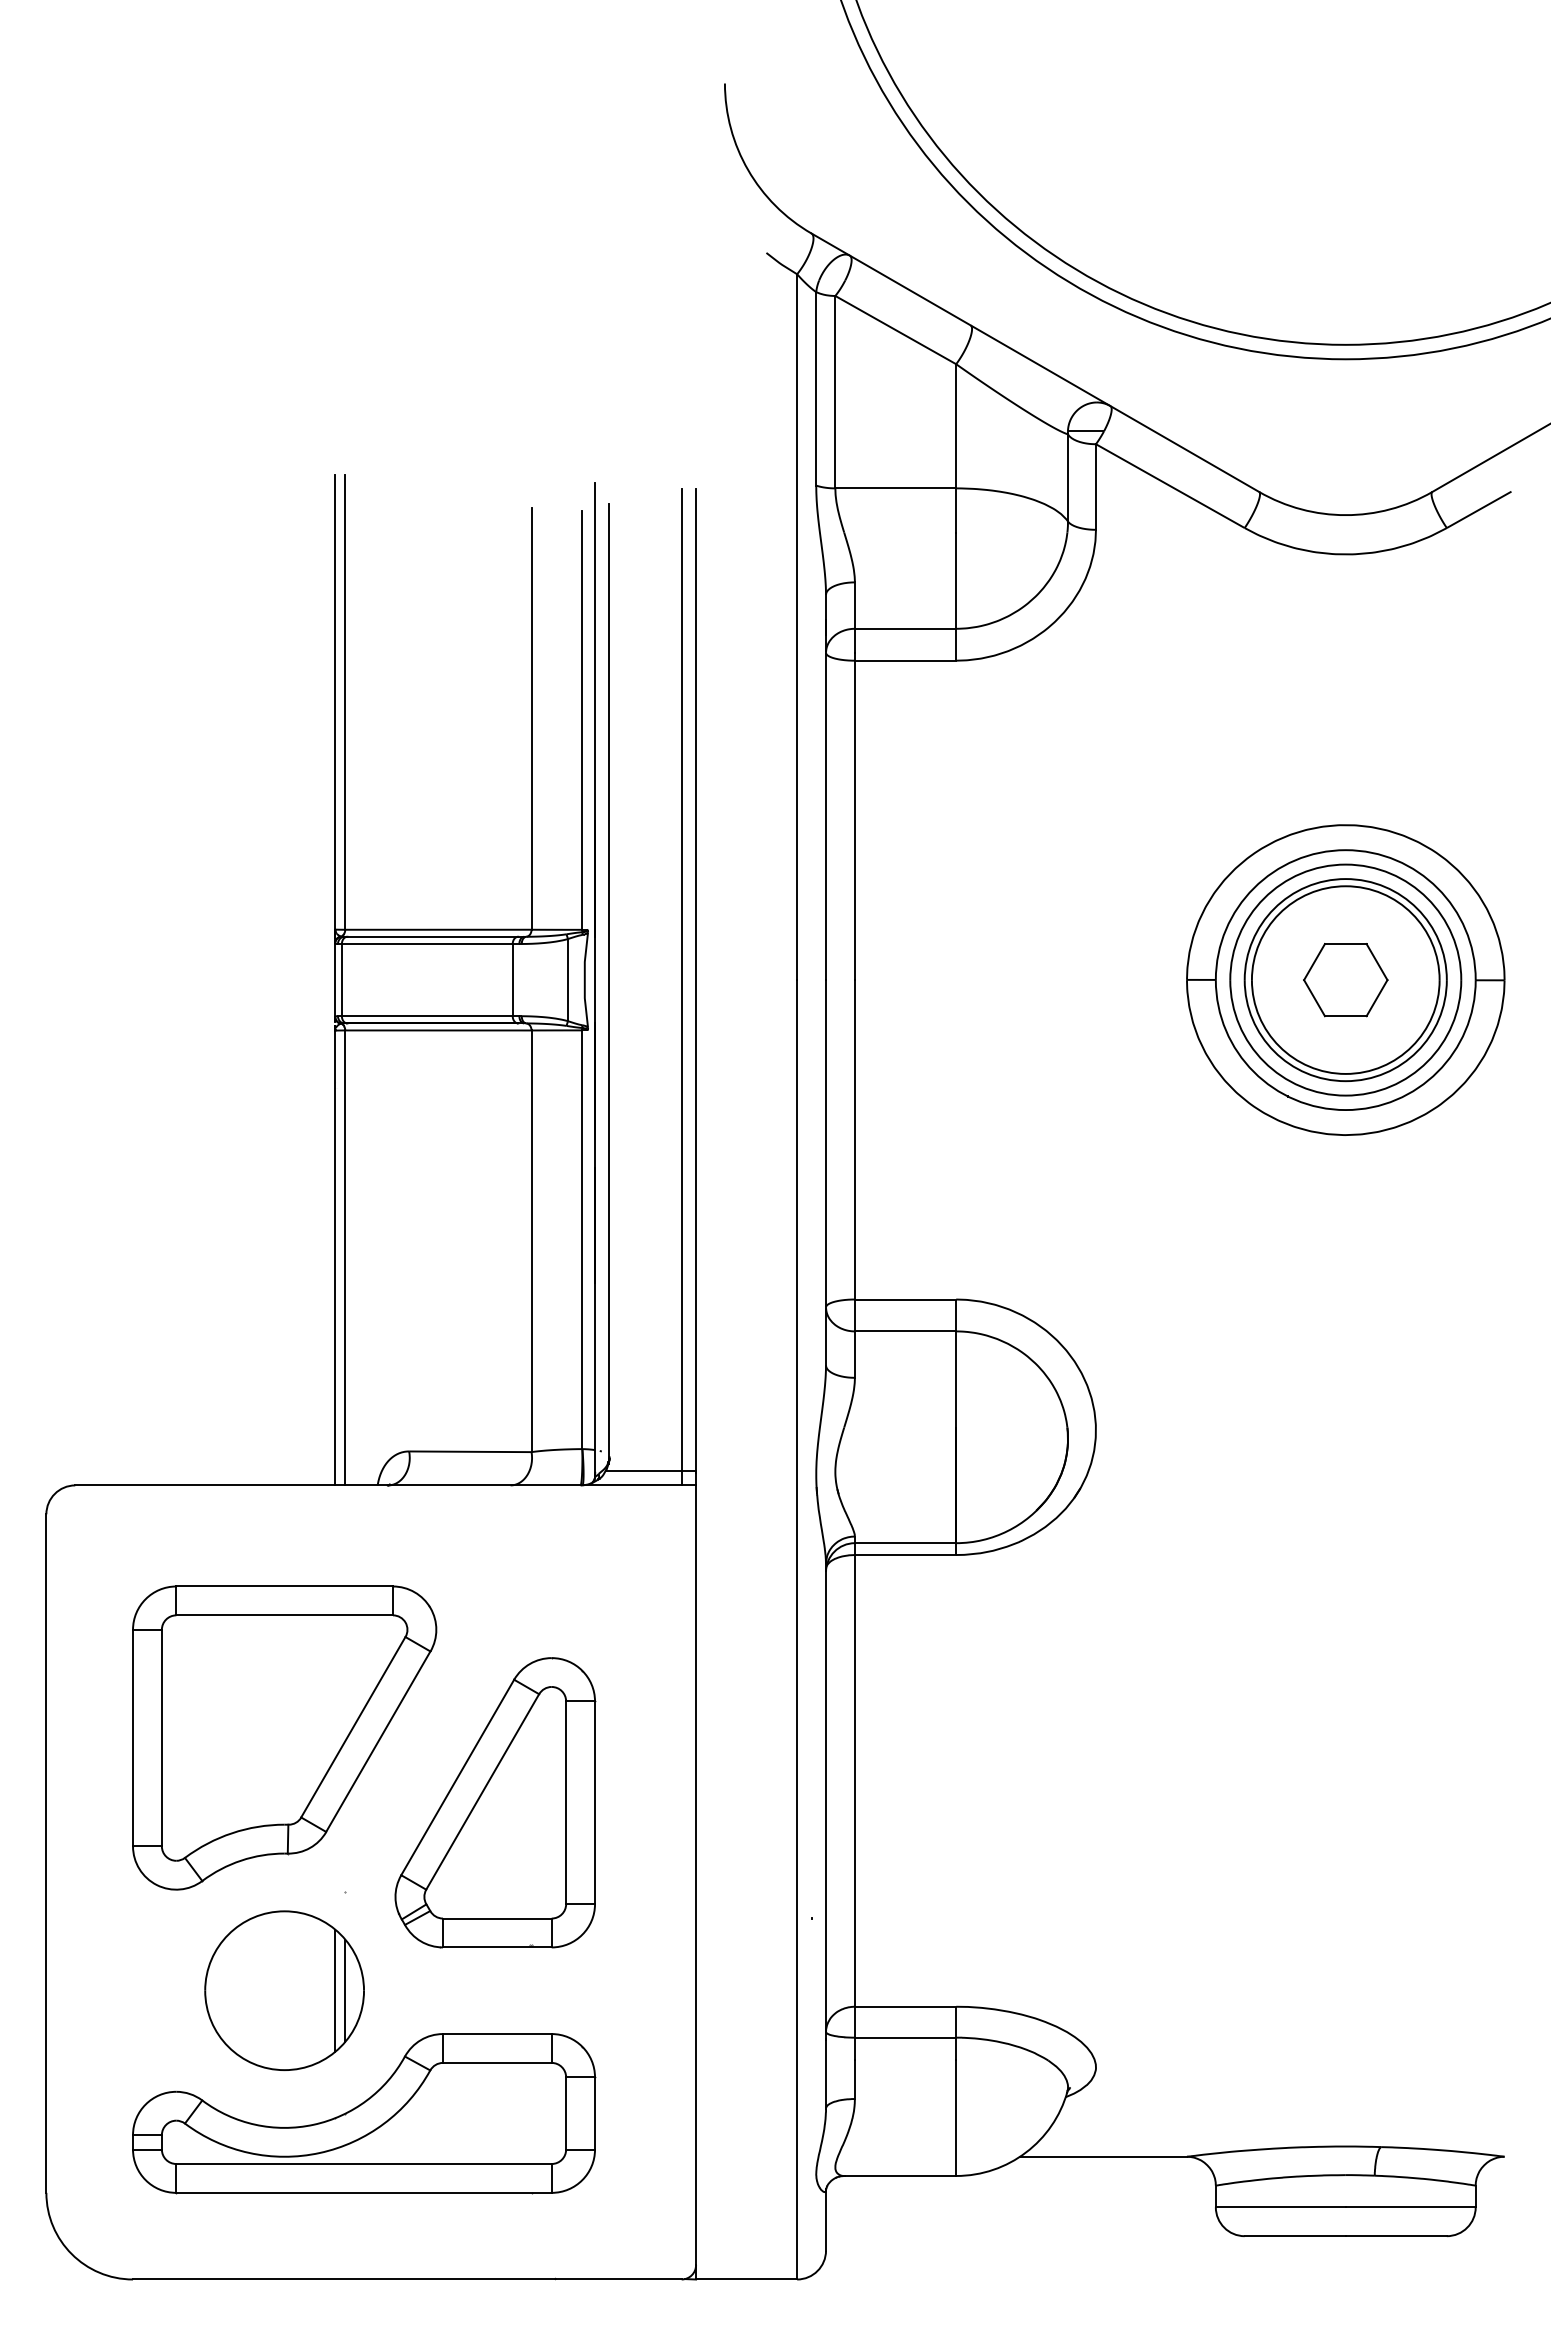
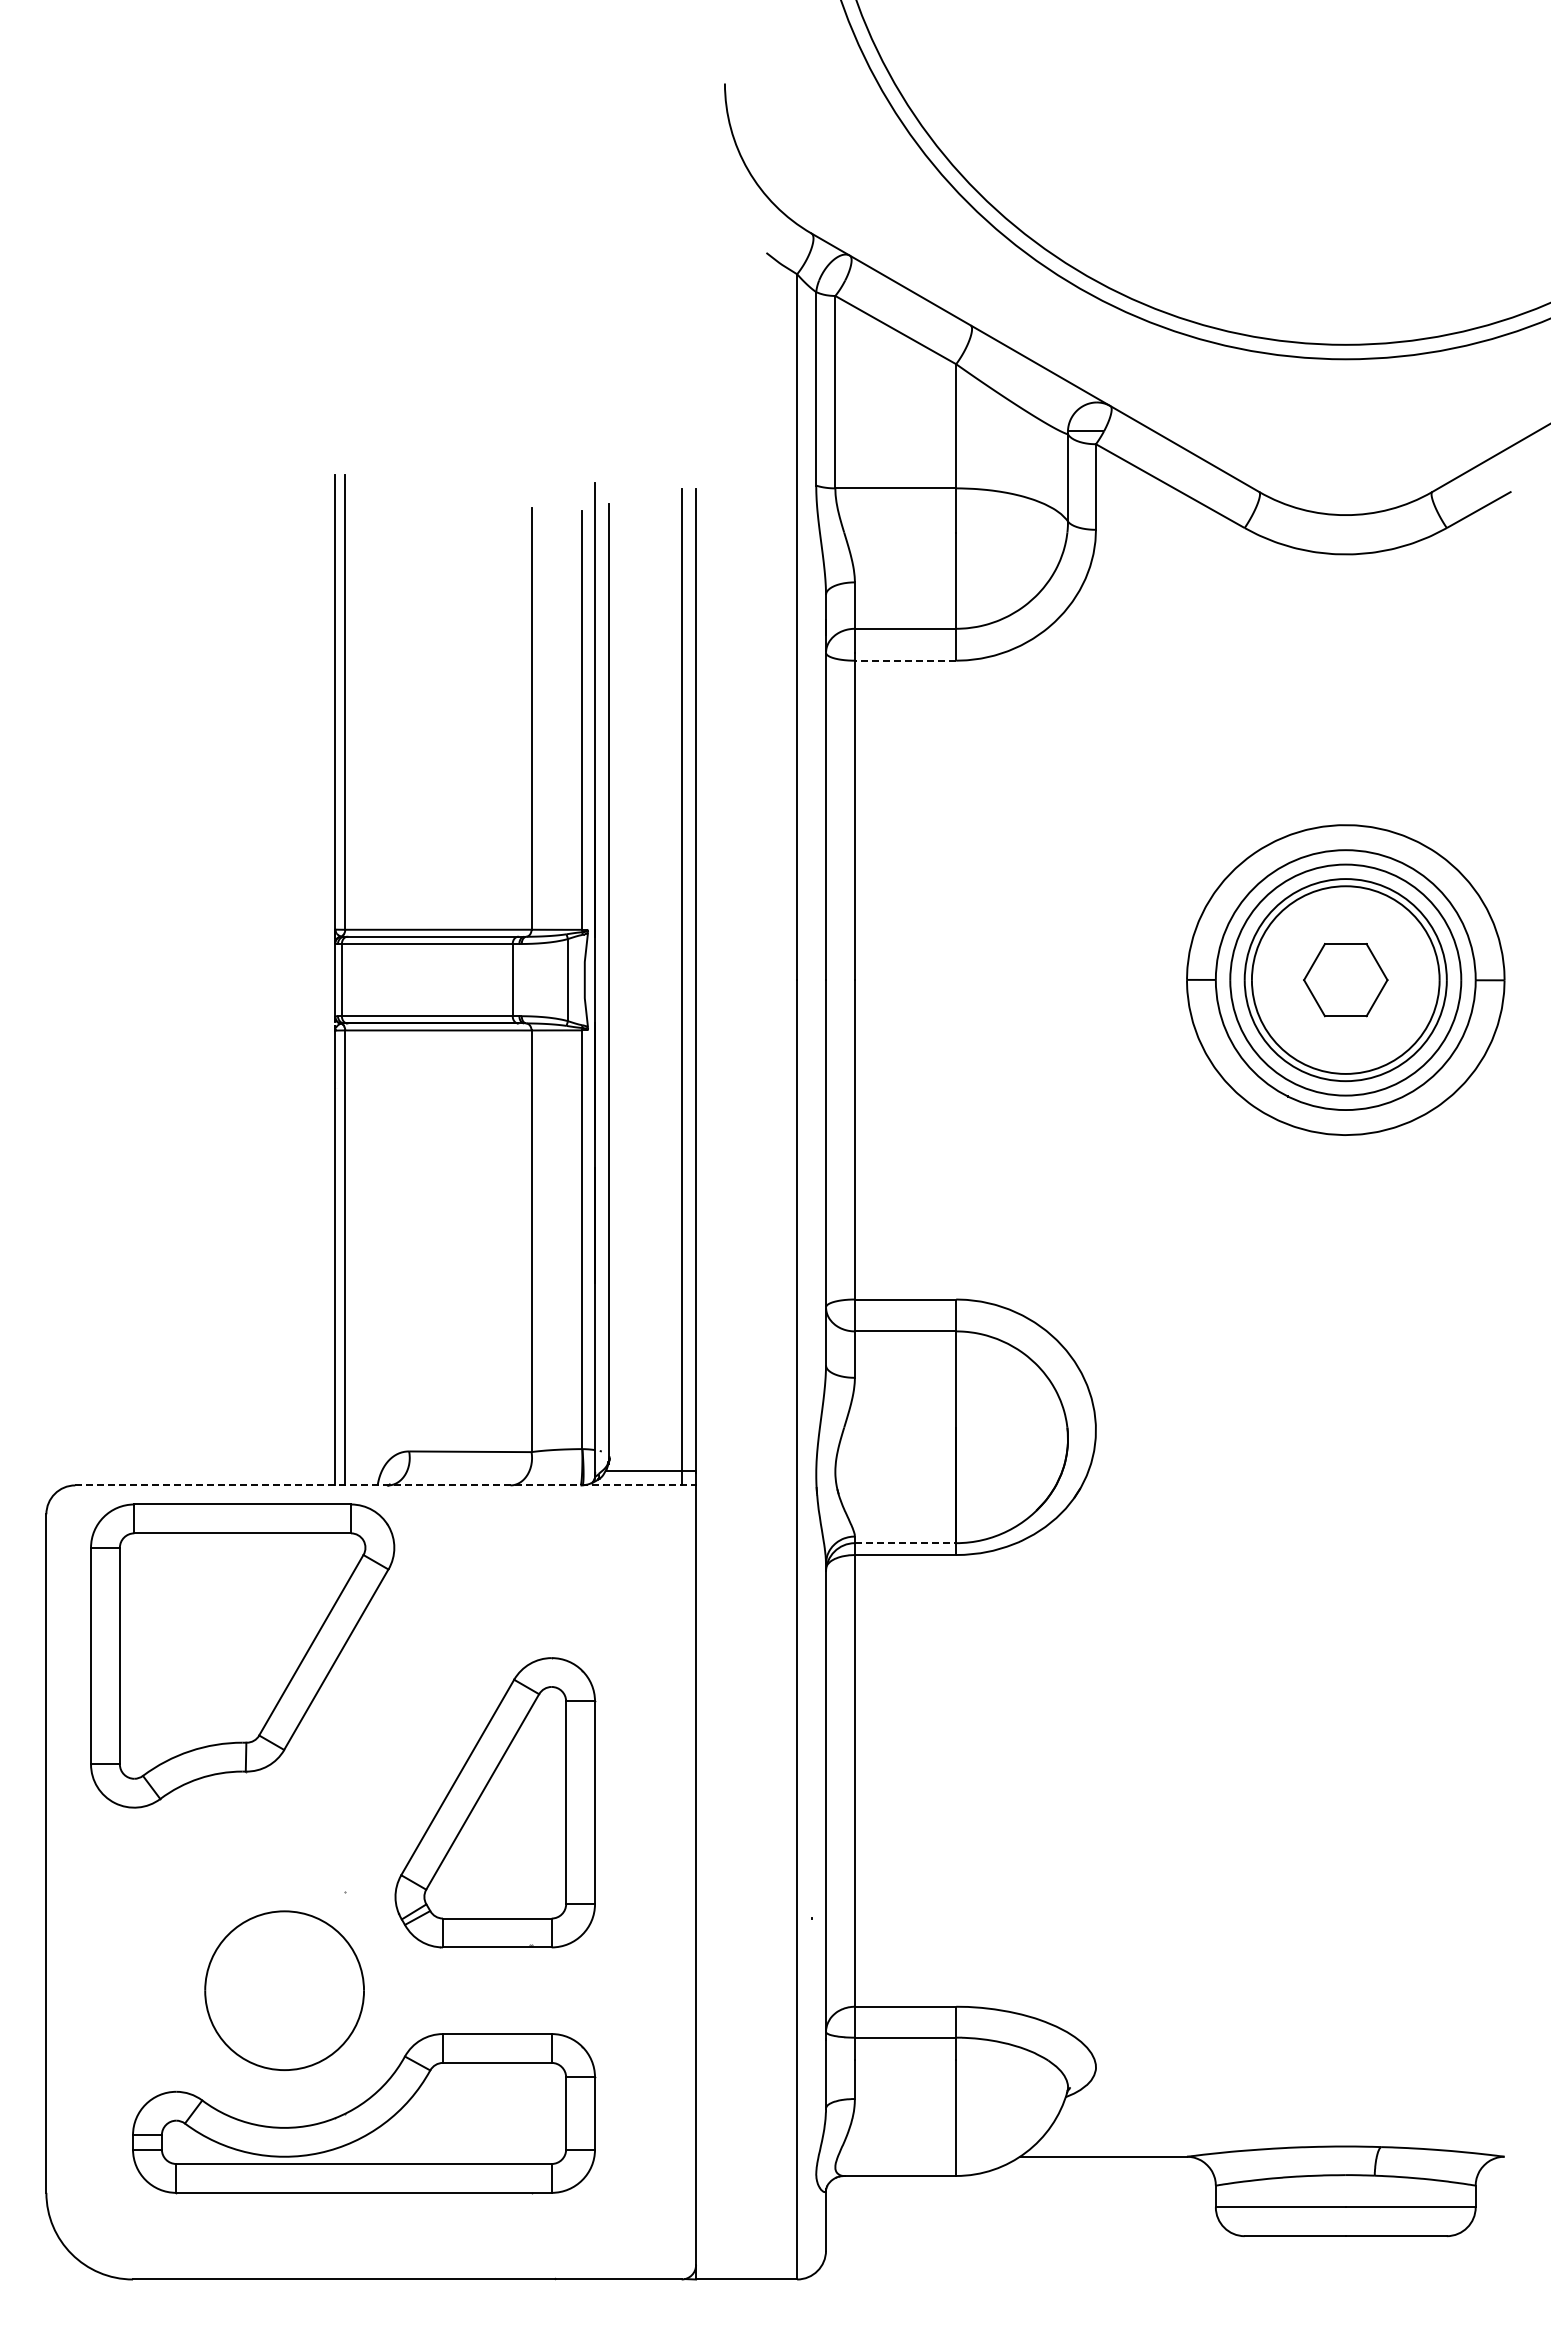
line at (905, 660): solid -> dashed
line at (386, 1485): solid -> dashed
line at (905, 1543): solid -> dashed
part at (284, 1737) position: (284, 1737) -> (242, 1655)
line at (335, 1990): present -> none
line at (345, 1990): present -> none
